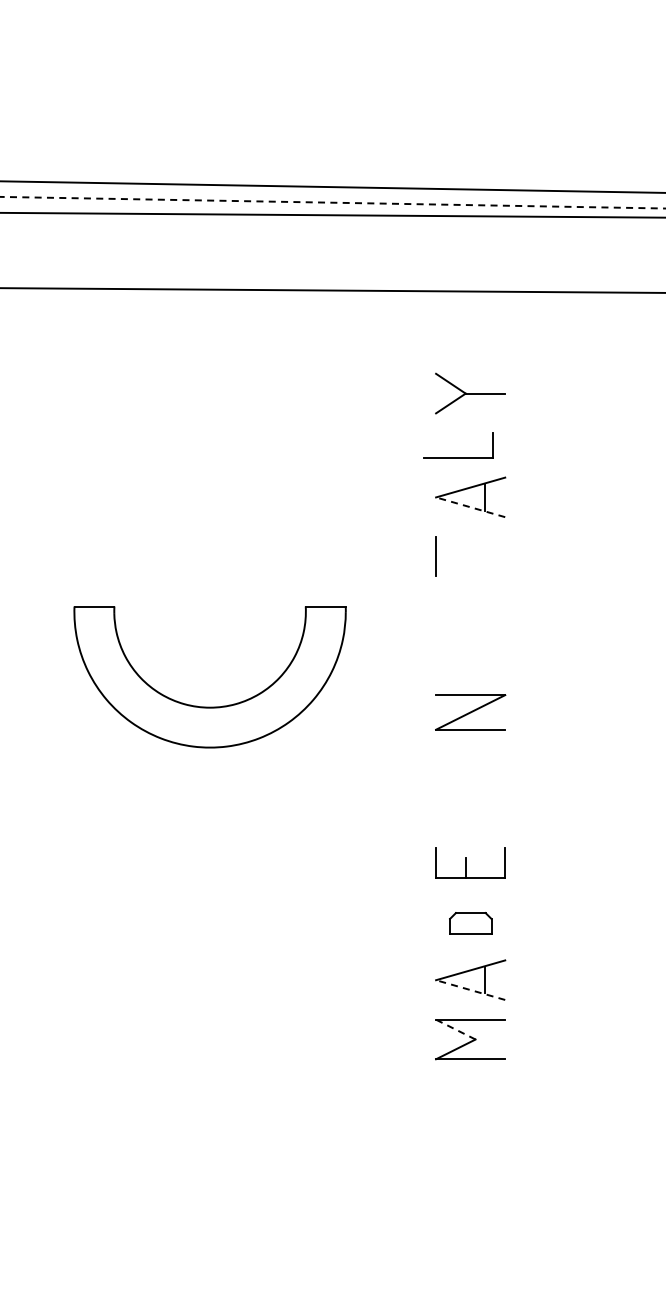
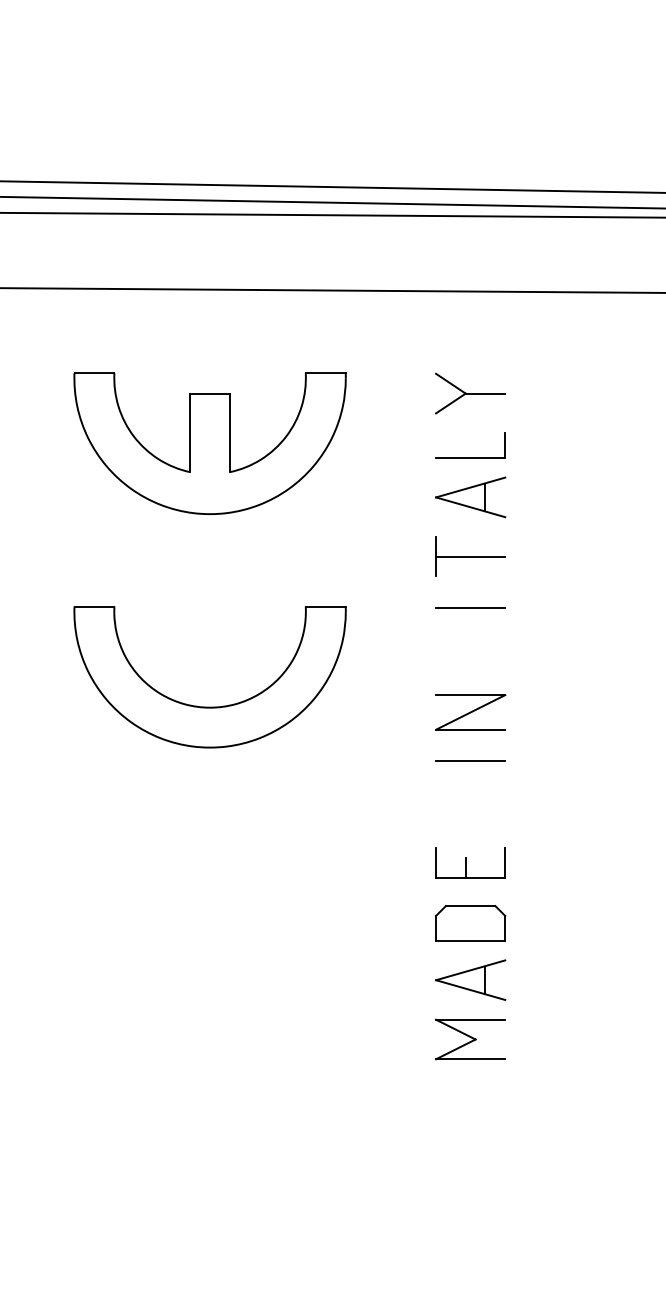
line at (332, 202): dashed -> solid
part at (209, 443): none -> present
part at (458, 457) position: (458, 457) -> (470, 457)
line at (470, 507): dashed -> solid
line at (470, 556): none -> present
line at (470, 607): none -> present
line at (470, 761): none -> present
part at (470, 923) size: 44x23 px -> 72x37 px
line at (470, 990): dashed -> solid
line at (455, 1029): dashed -> solid
